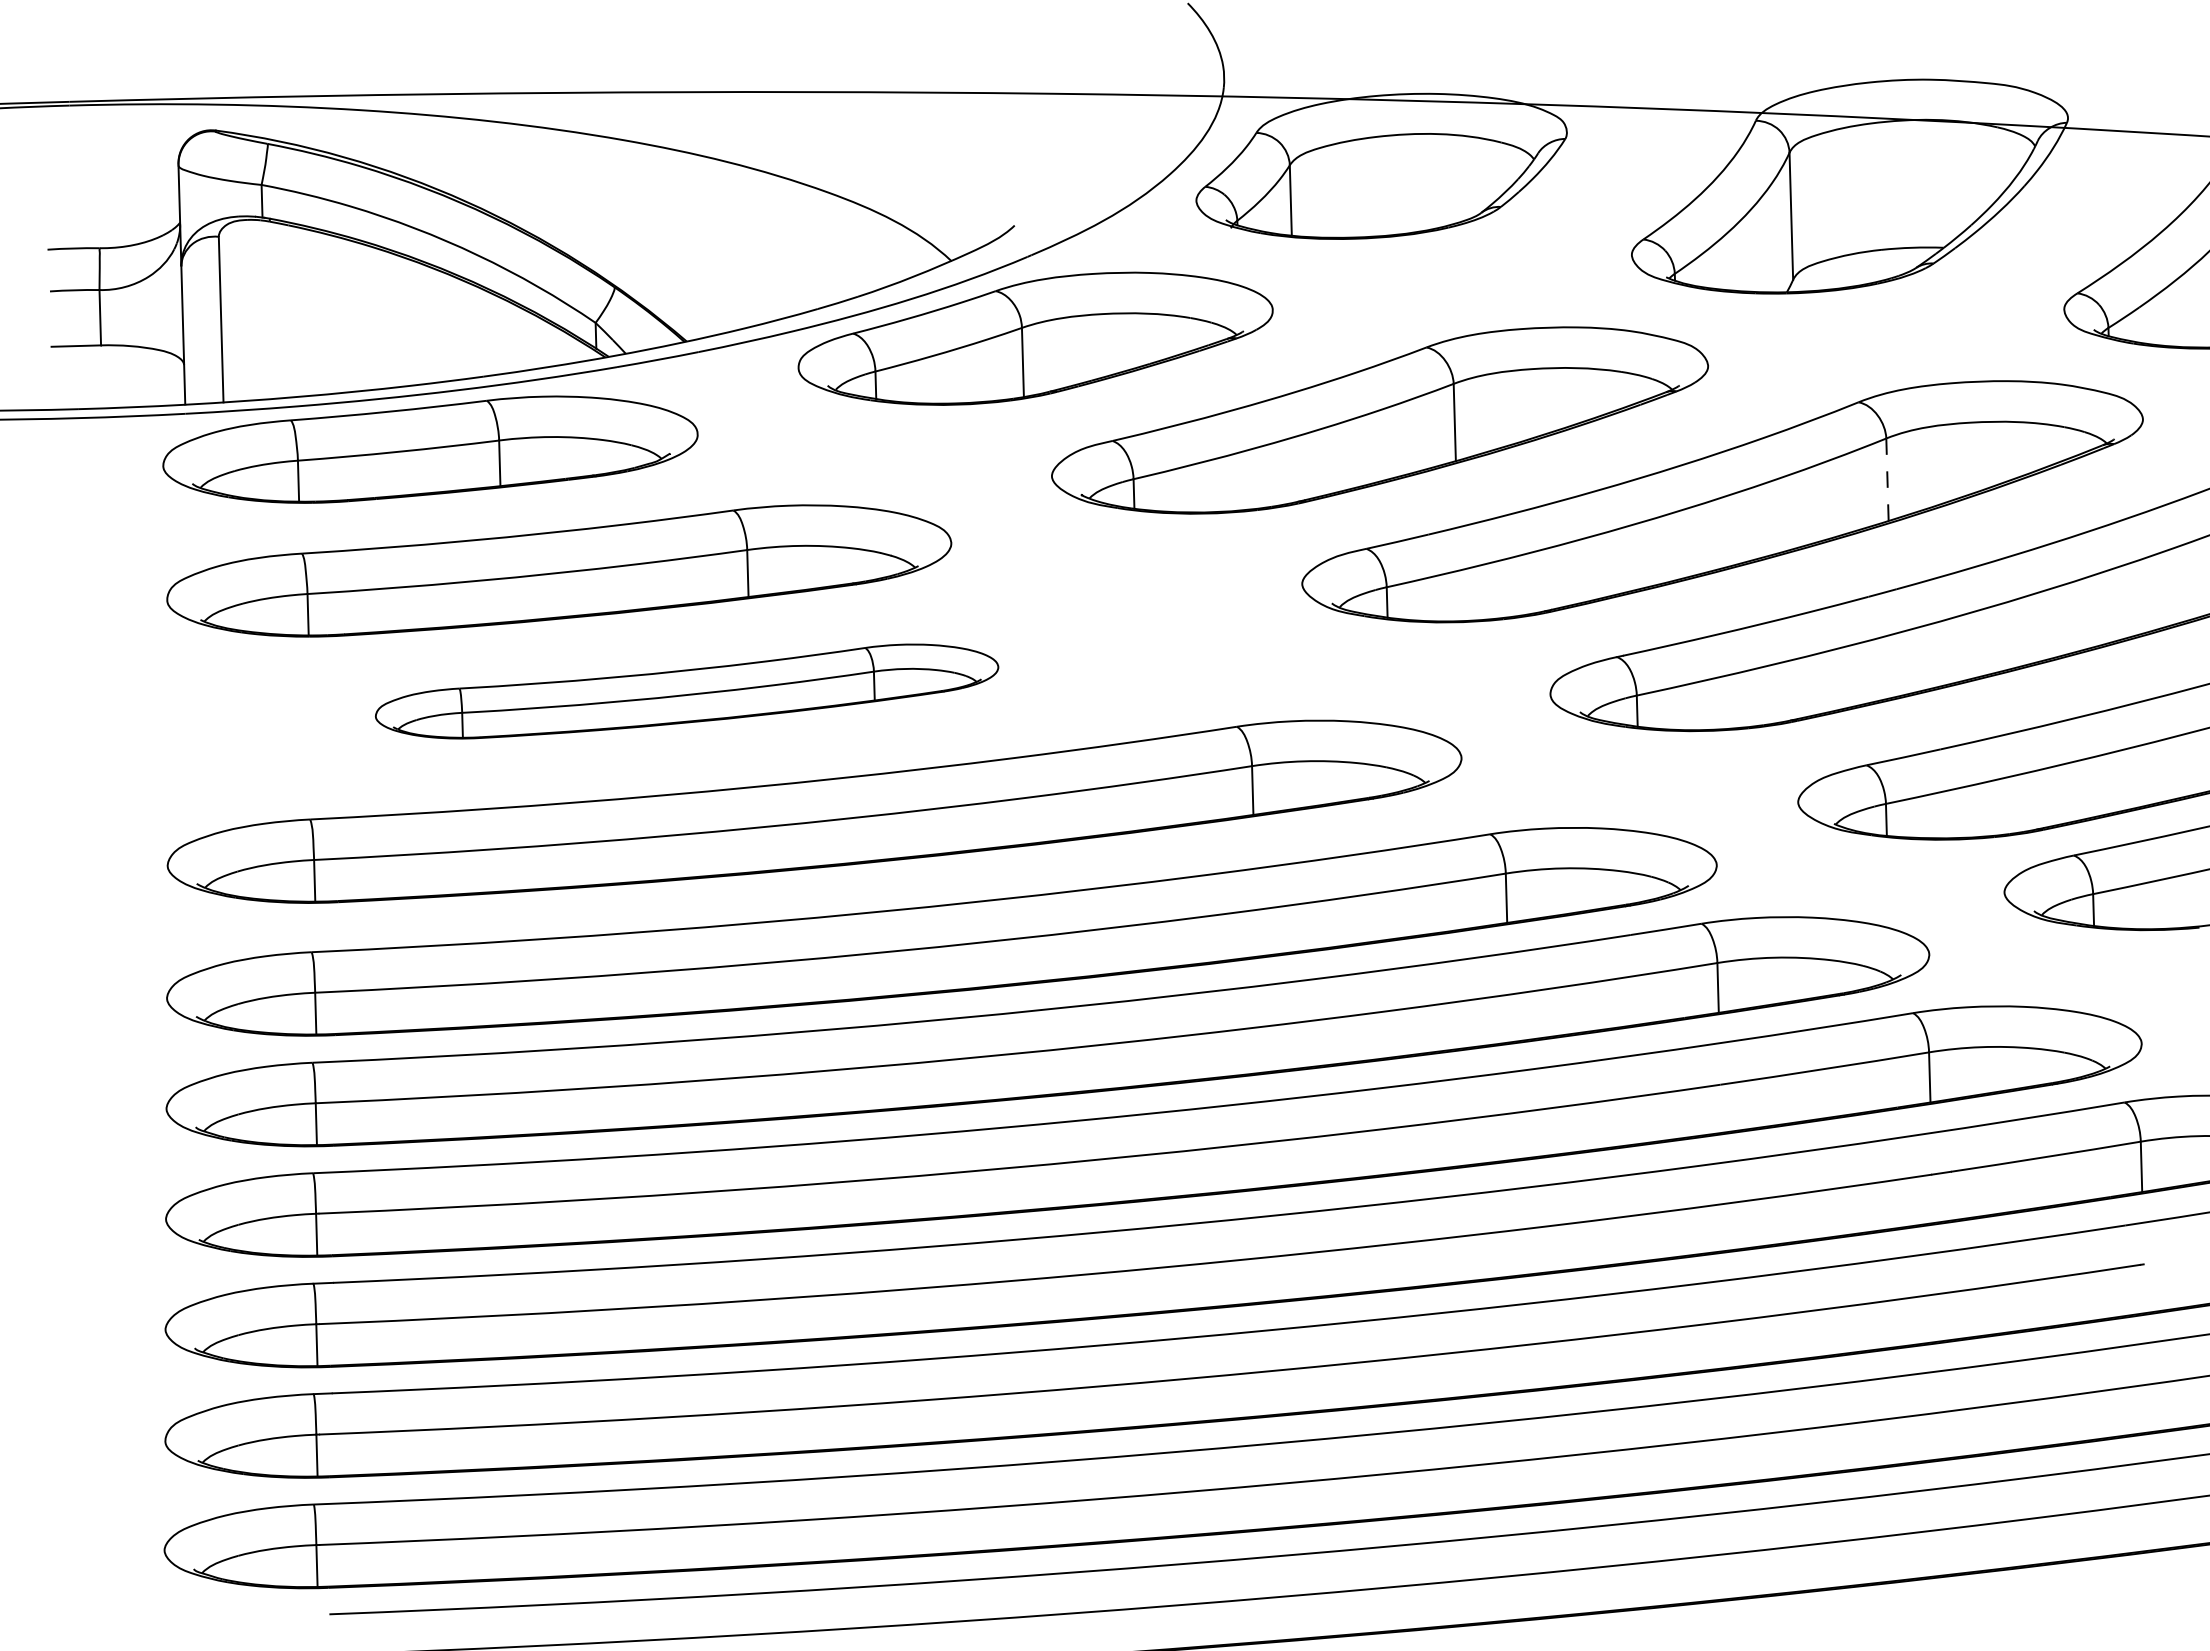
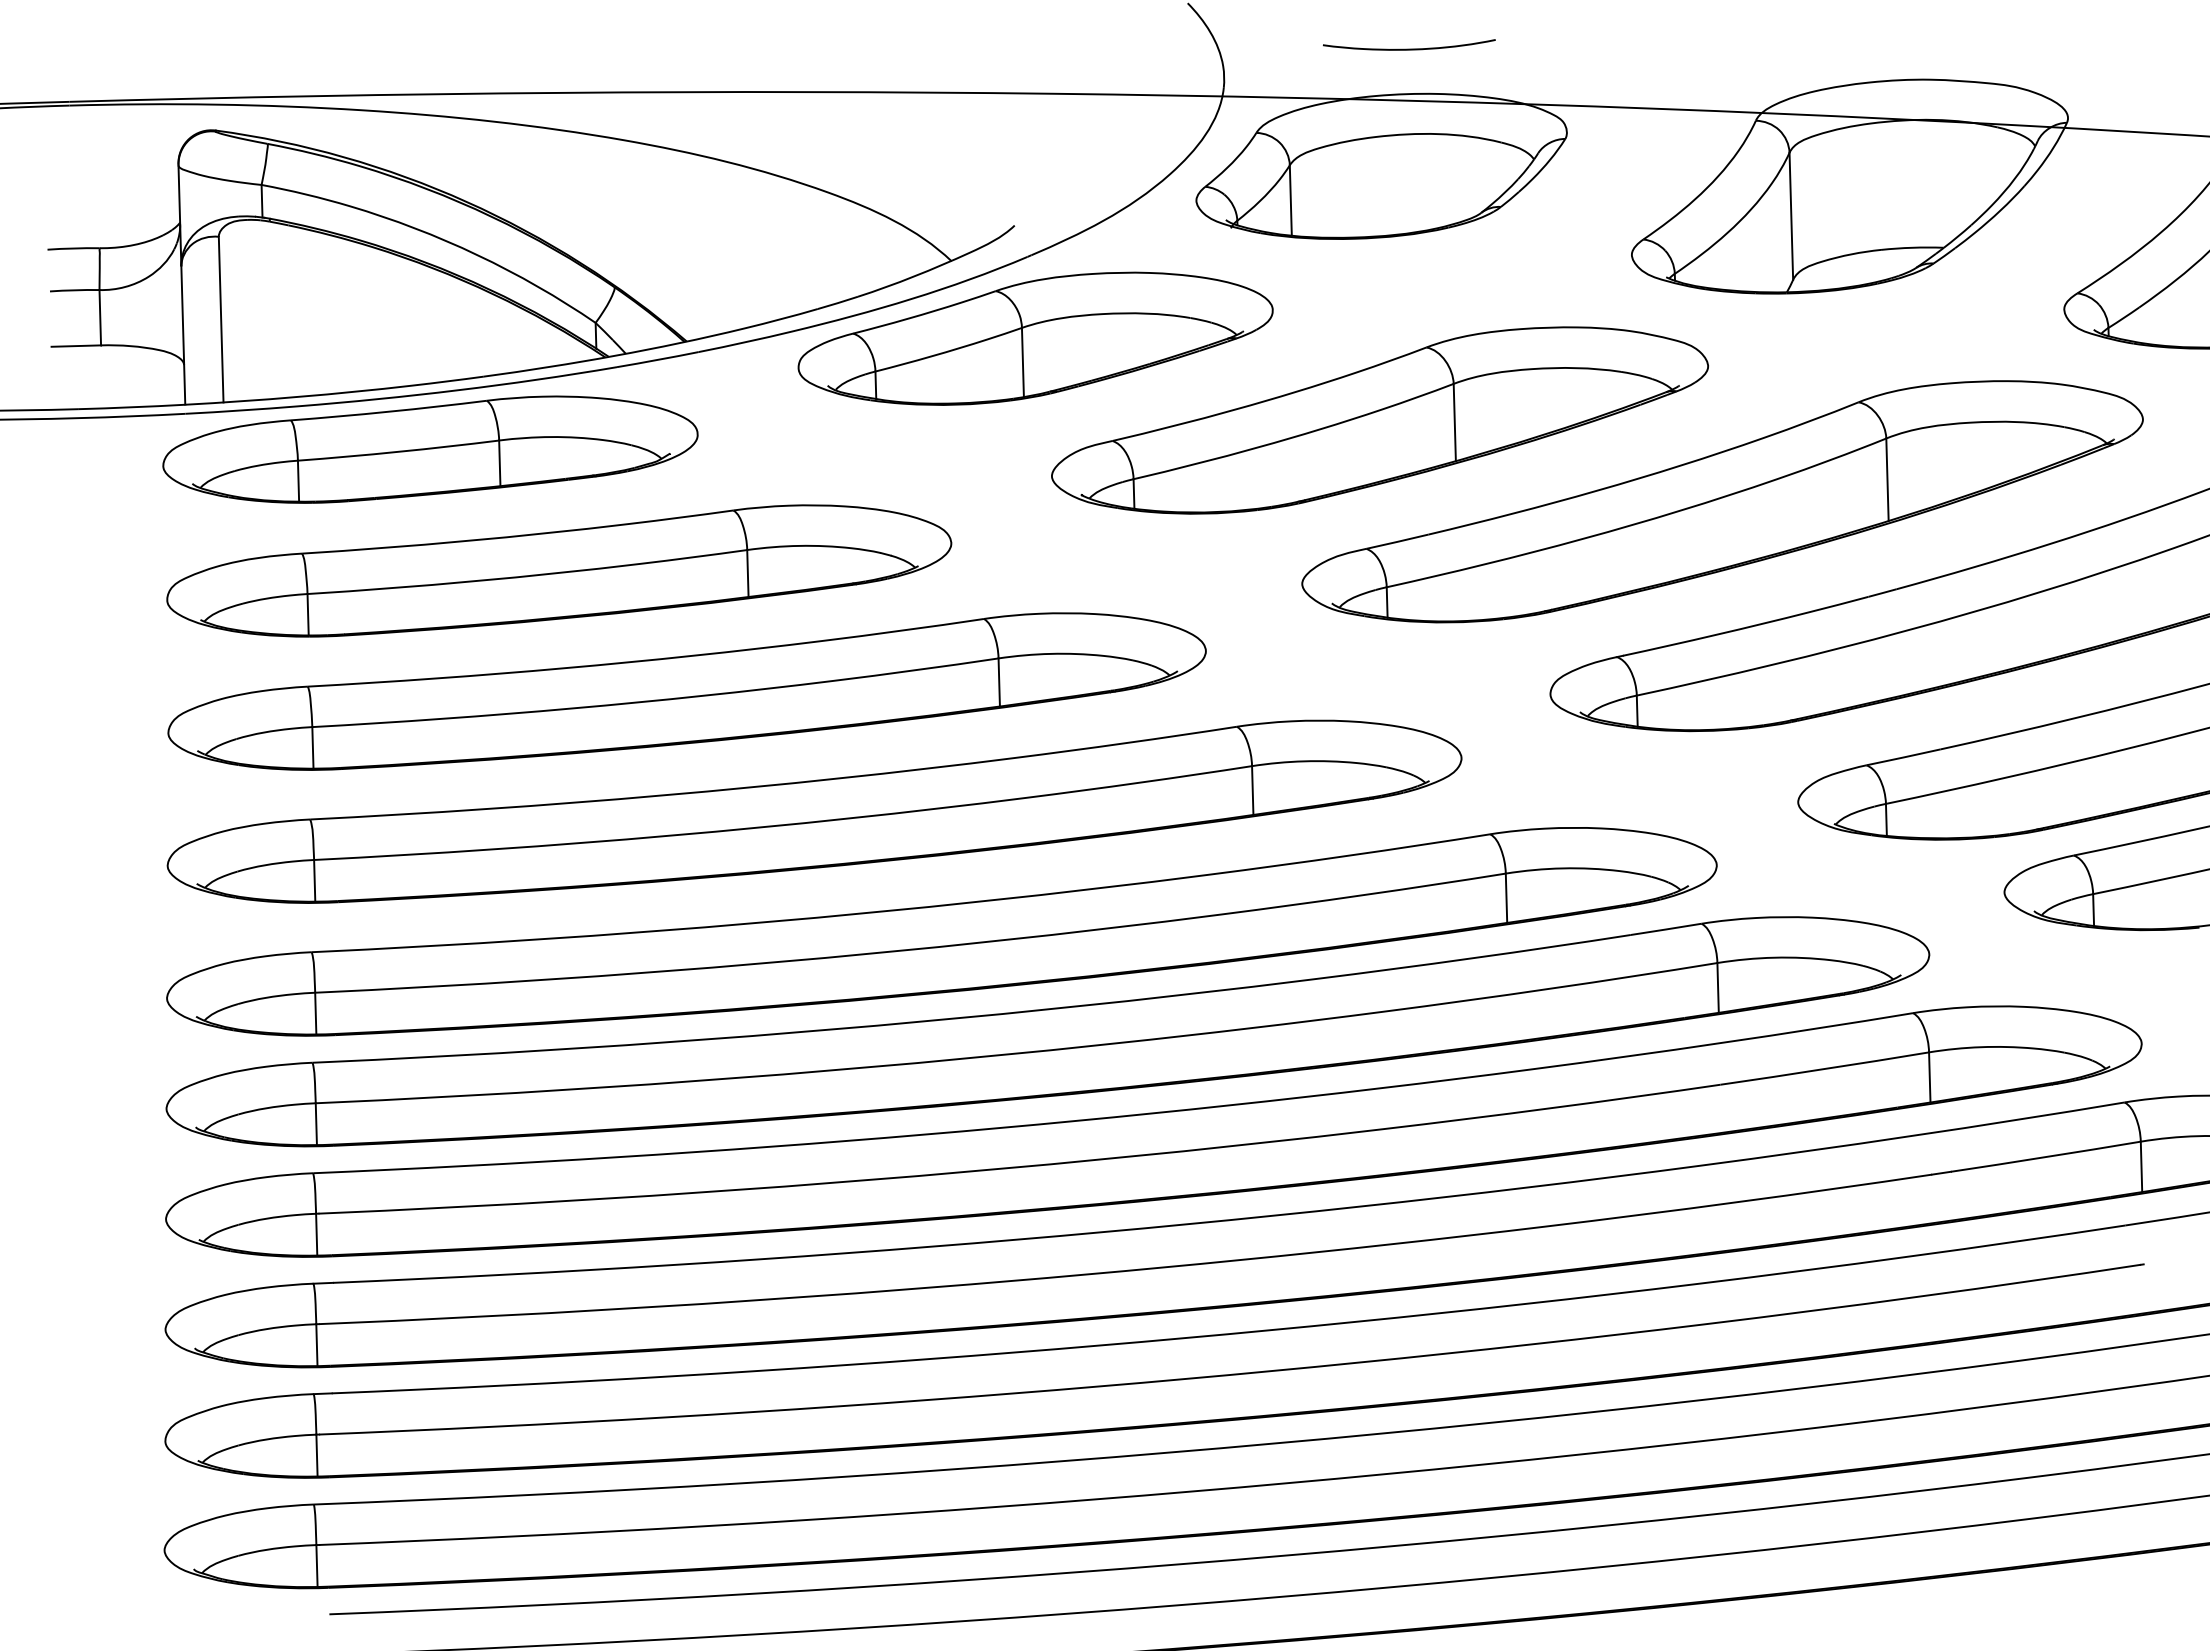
curve at (1409, 48): none -> present
line at (1887, 479): dashed -> solid
part at (687, 691) size: 625x97 px -> 1040x159 px
